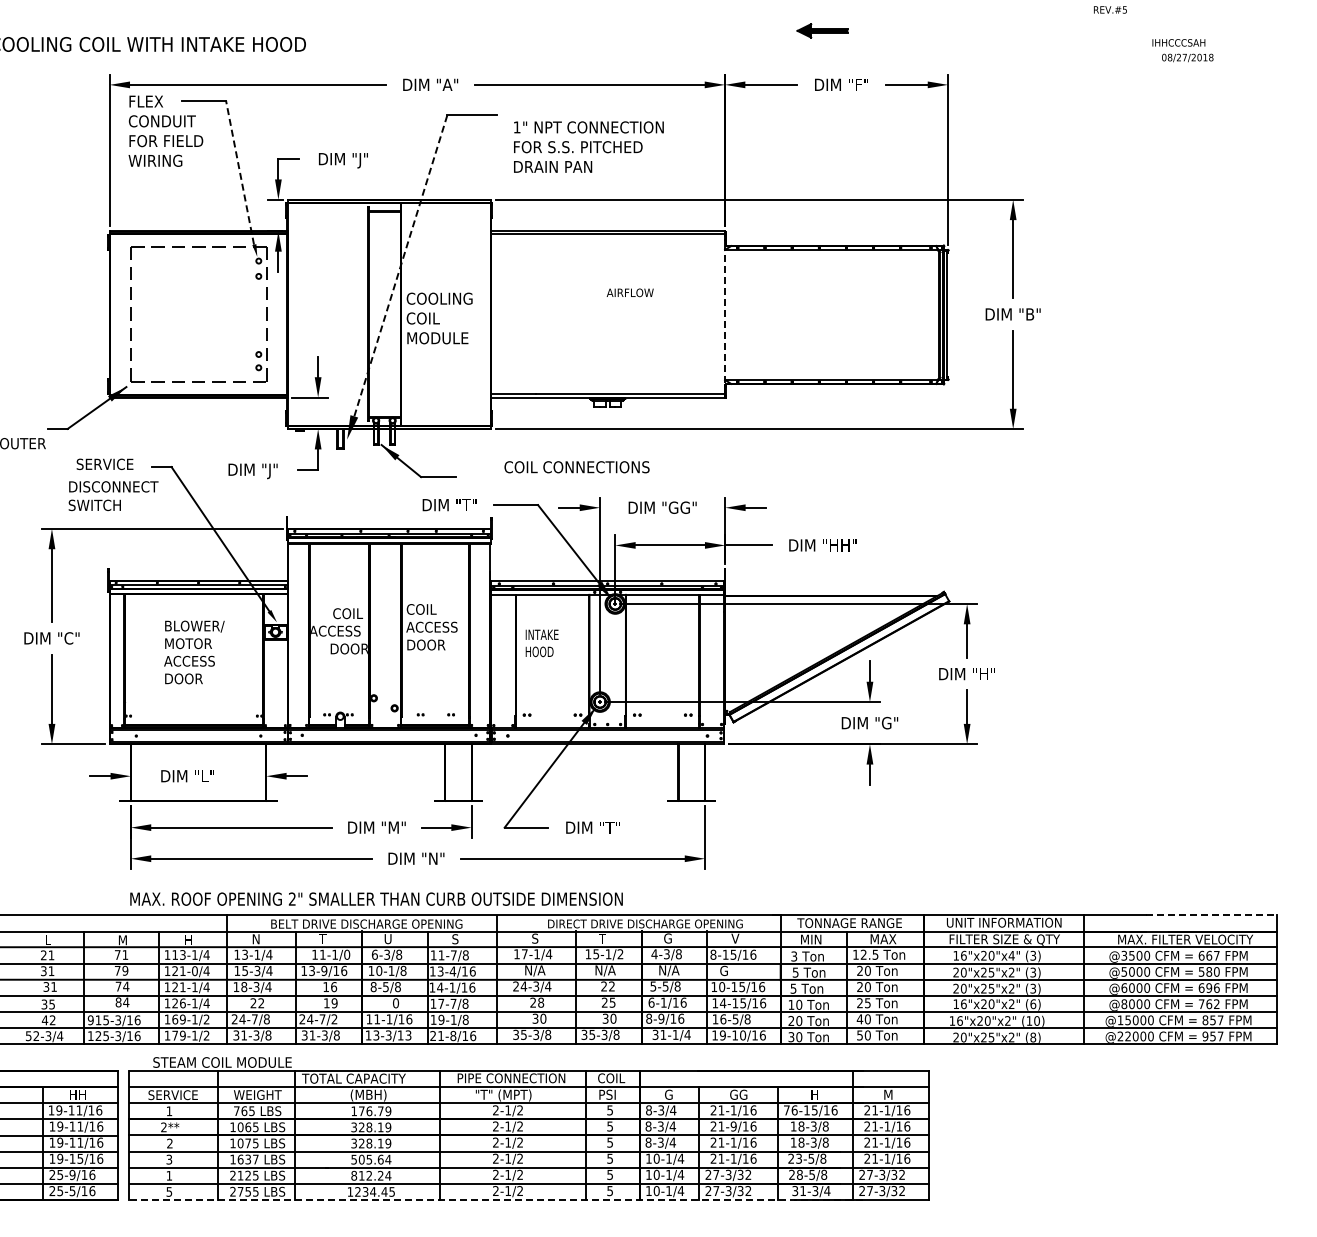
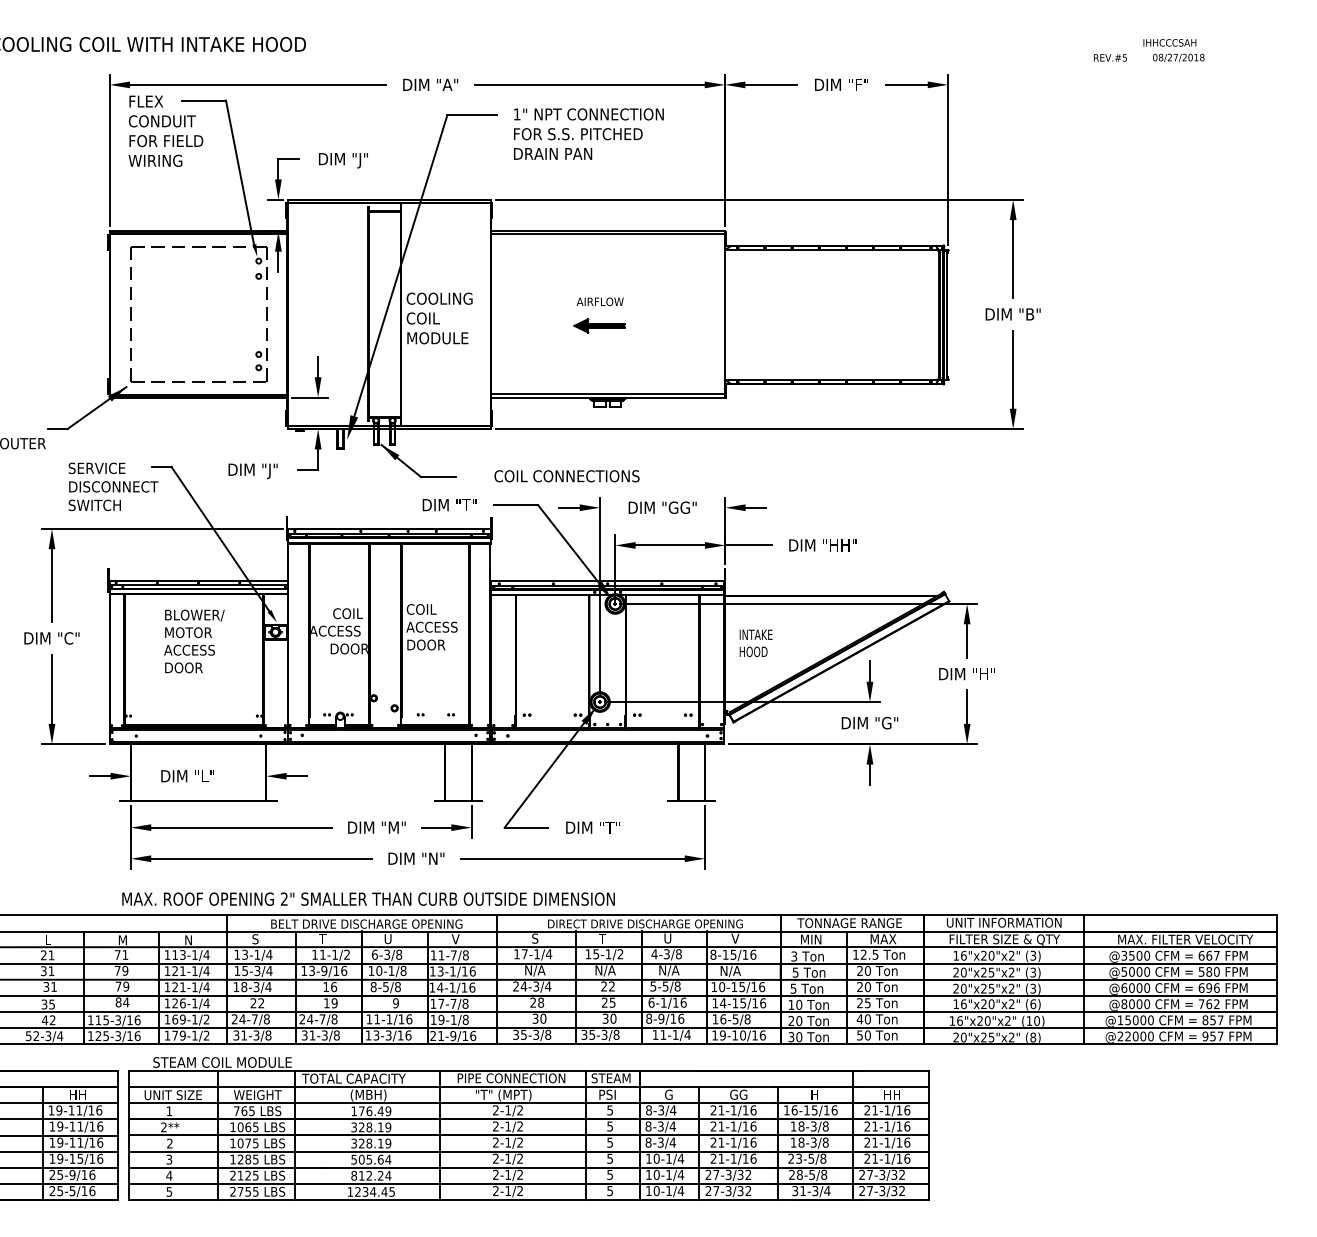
text at (1110, 9) position: (1110, 9) -> (1110, 57)
part at (822, 30) position: (822, 30) -> (599, 325)
text at (1182, 50) position: (1182, 50) -> (1173, 50)
text at (588, 146) position: (588, 146) -> (588, 133)
line at (239, 172): dashed -> solid
line at (400, 265): dashed -> solid
text at (629, 292) position: (629, 292) -> (599, 301)
line at (725, 320): dashed -> solid
text at (104, 463) position: (104, 463) -> (96, 467)
text at (576, 467) position: (576, 467) -> (566, 476)
text at (541, 643) position: (541, 643) -> (755, 643)
text at (194, 652) position: (194, 652) -> (194, 641)
text at (376, 898) position: (376, 898) -> (368, 898)
line at (1211, 915): dashed -> solid
text at (667, 938): G -> U
text at (255, 939): N -> S
text at (455, 939): S -> V
text at (188, 940): H -> N
text at (347, 954): 11-1/0 -> 11-1/2
text at (1011, 955): 16"x20"x4" -> 16"x20"x2"
text at (194, 971): 121-0/4 -> 121-1/4
text at (452, 971): 13-4/16 -> 13-1/16
text at (730, 971): G -> N/A
text at (126, 986): 74 -> 79
text at (395, 1003): 0 -> 9
text at (334, 1019): 24-7/2 -> 24-7/8
text at (90, 1020): 915-3/16 -> 115-3/16
text at (655, 1034): 31-1/4 -> 11-1/4
text at (408, 1035): 13-3/13 -> 13-3/16
text at (453, 1036): 21-8/16 -> 21-9/16
text at (610, 1078): COIL -> STEAM
text at (891, 1094): M -> HH
text at (172, 1095): SERVICE -> UNIT SIZE
text at (786, 1110): 76-15/16 -> 16-15/16
text at (380, 1111): 176.79 -> 176.49
text at (733, 1126): 21-9/16 -> 21-1/16
text at (247, 1159): 1637 -> 1285
text at (169, 1175): 1 -> 4
line at (496, 1200): dashed -> solid
